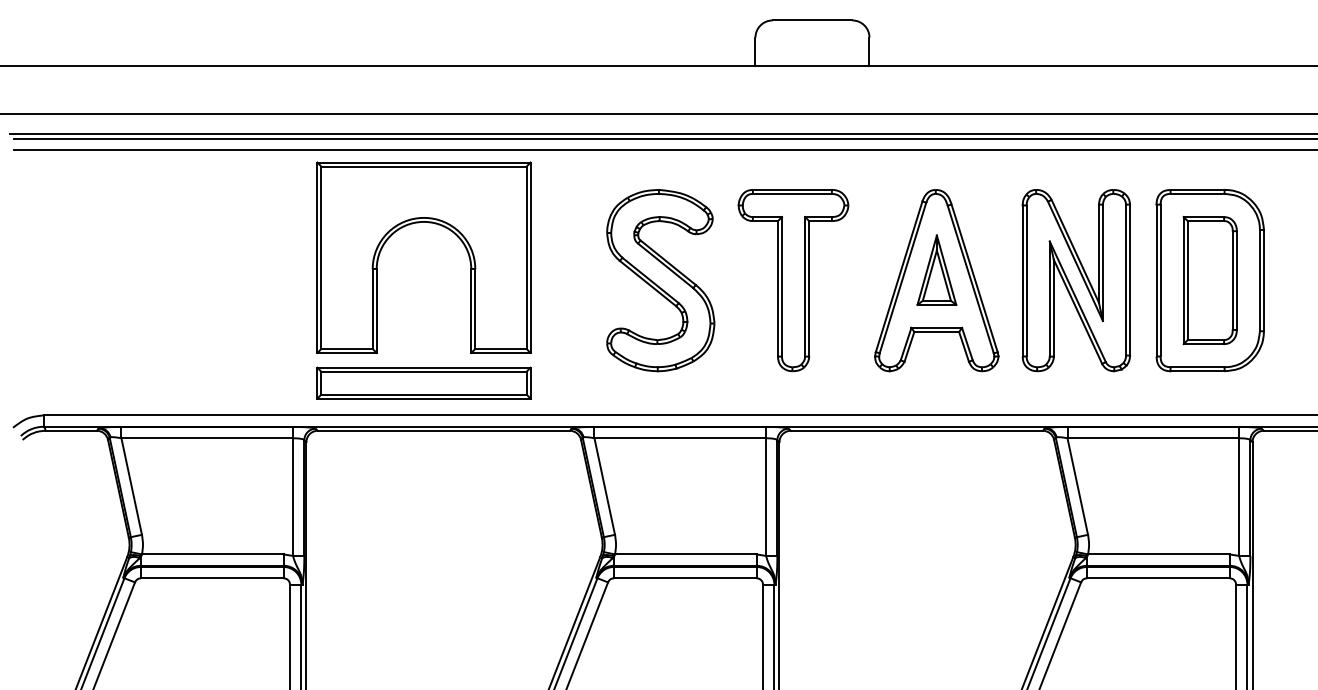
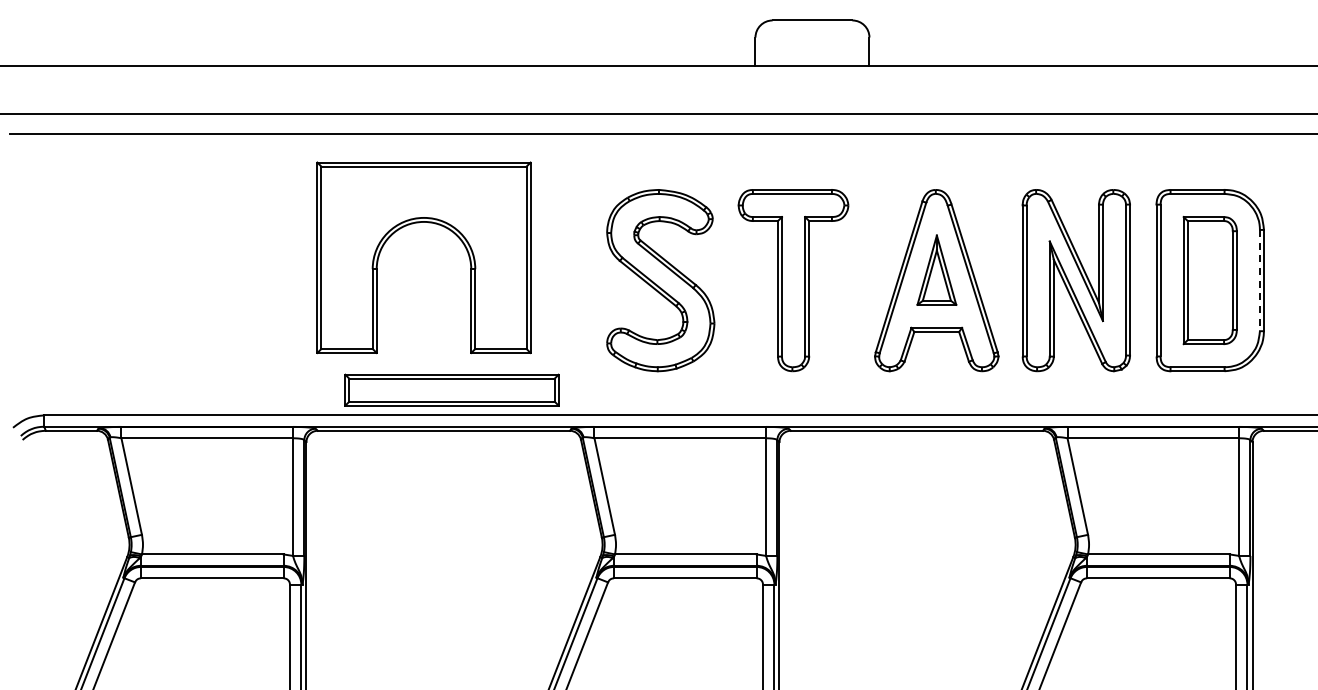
line at (663, 138): present -> none
line at (663, 149): present -> none
line at (1259, 280): solid -> dashed
part at (423, 382) position: (423, 382) -> (451, 389)
